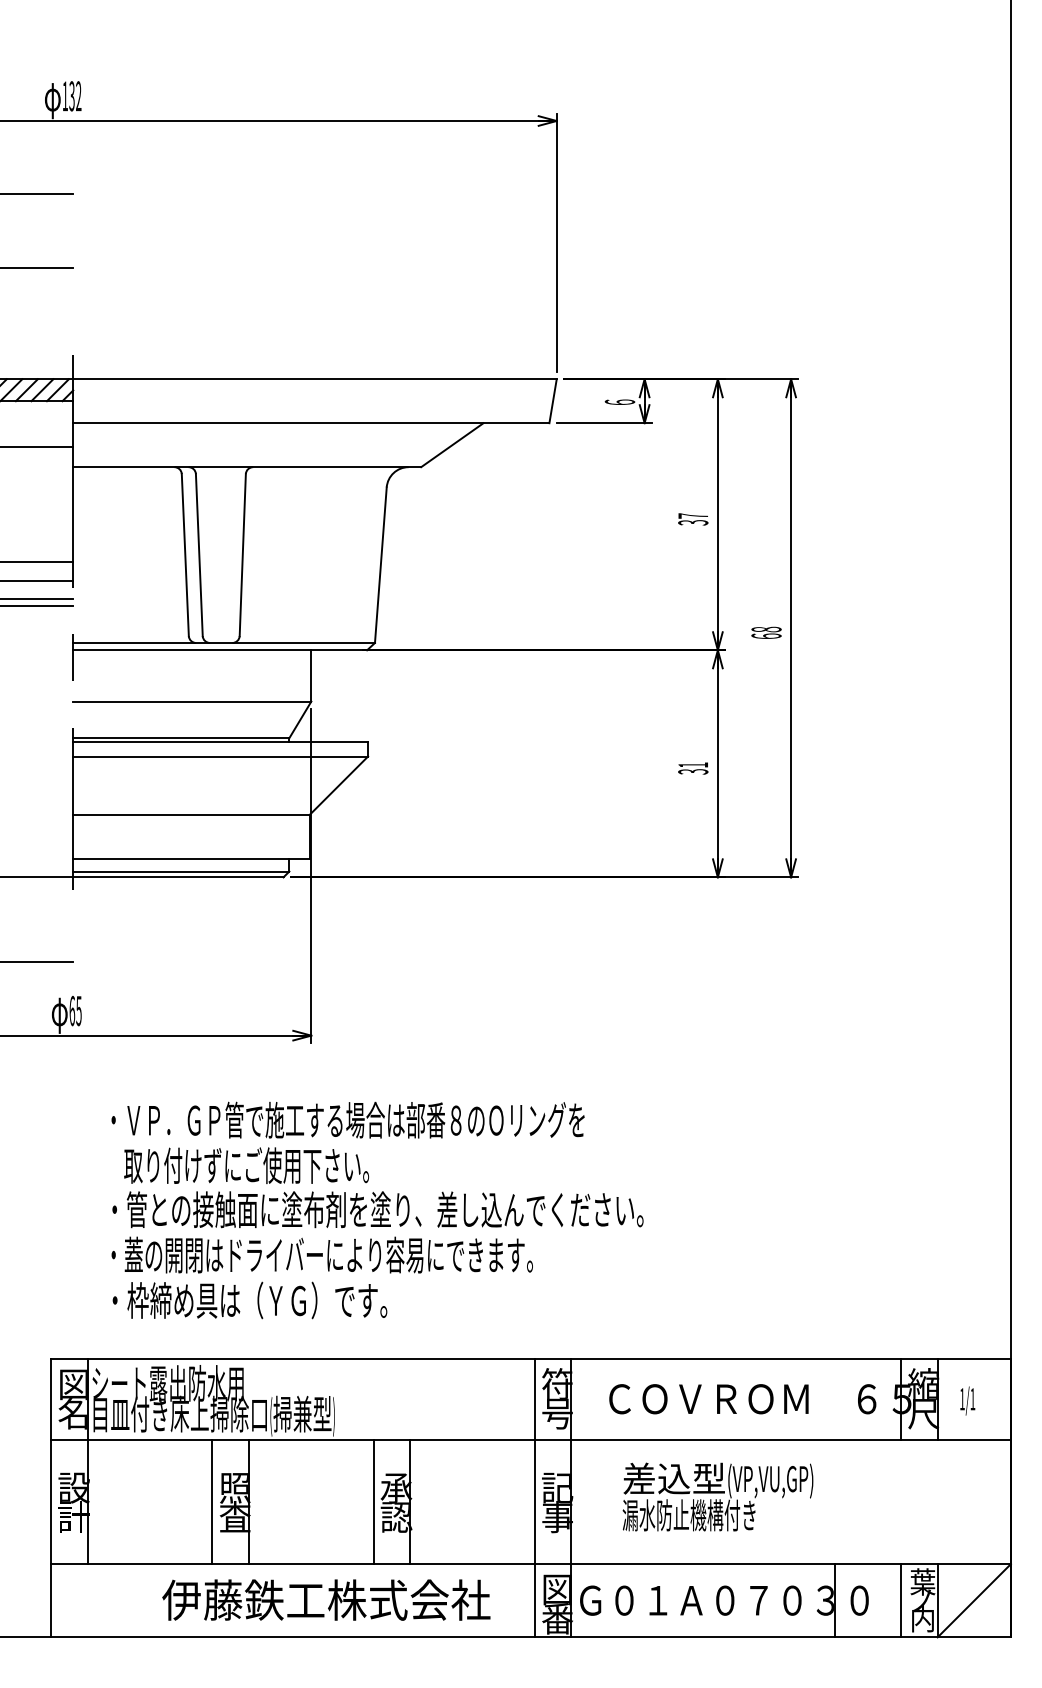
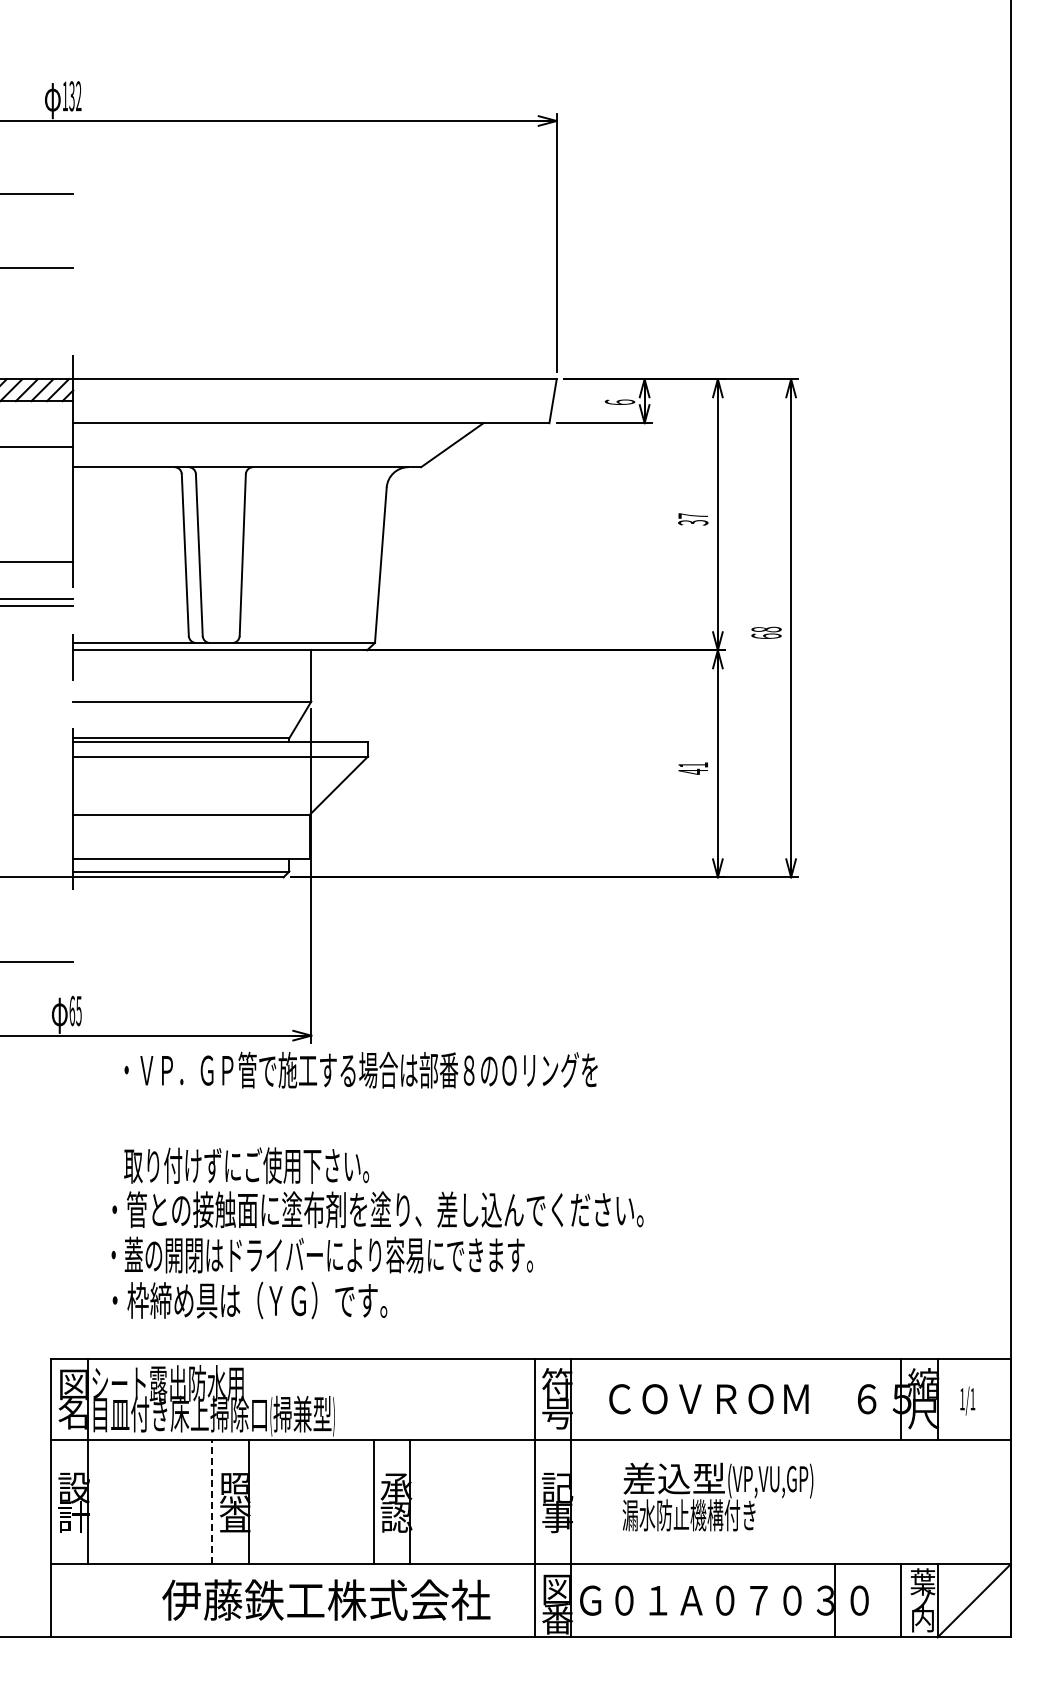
line at (37, 580): present -> none
text at (693, 771): 31 -> 41
text at (347, 1119) position: (347, 1119) -> (360, 1069)
line at (212, 1501): solid -> dashed
